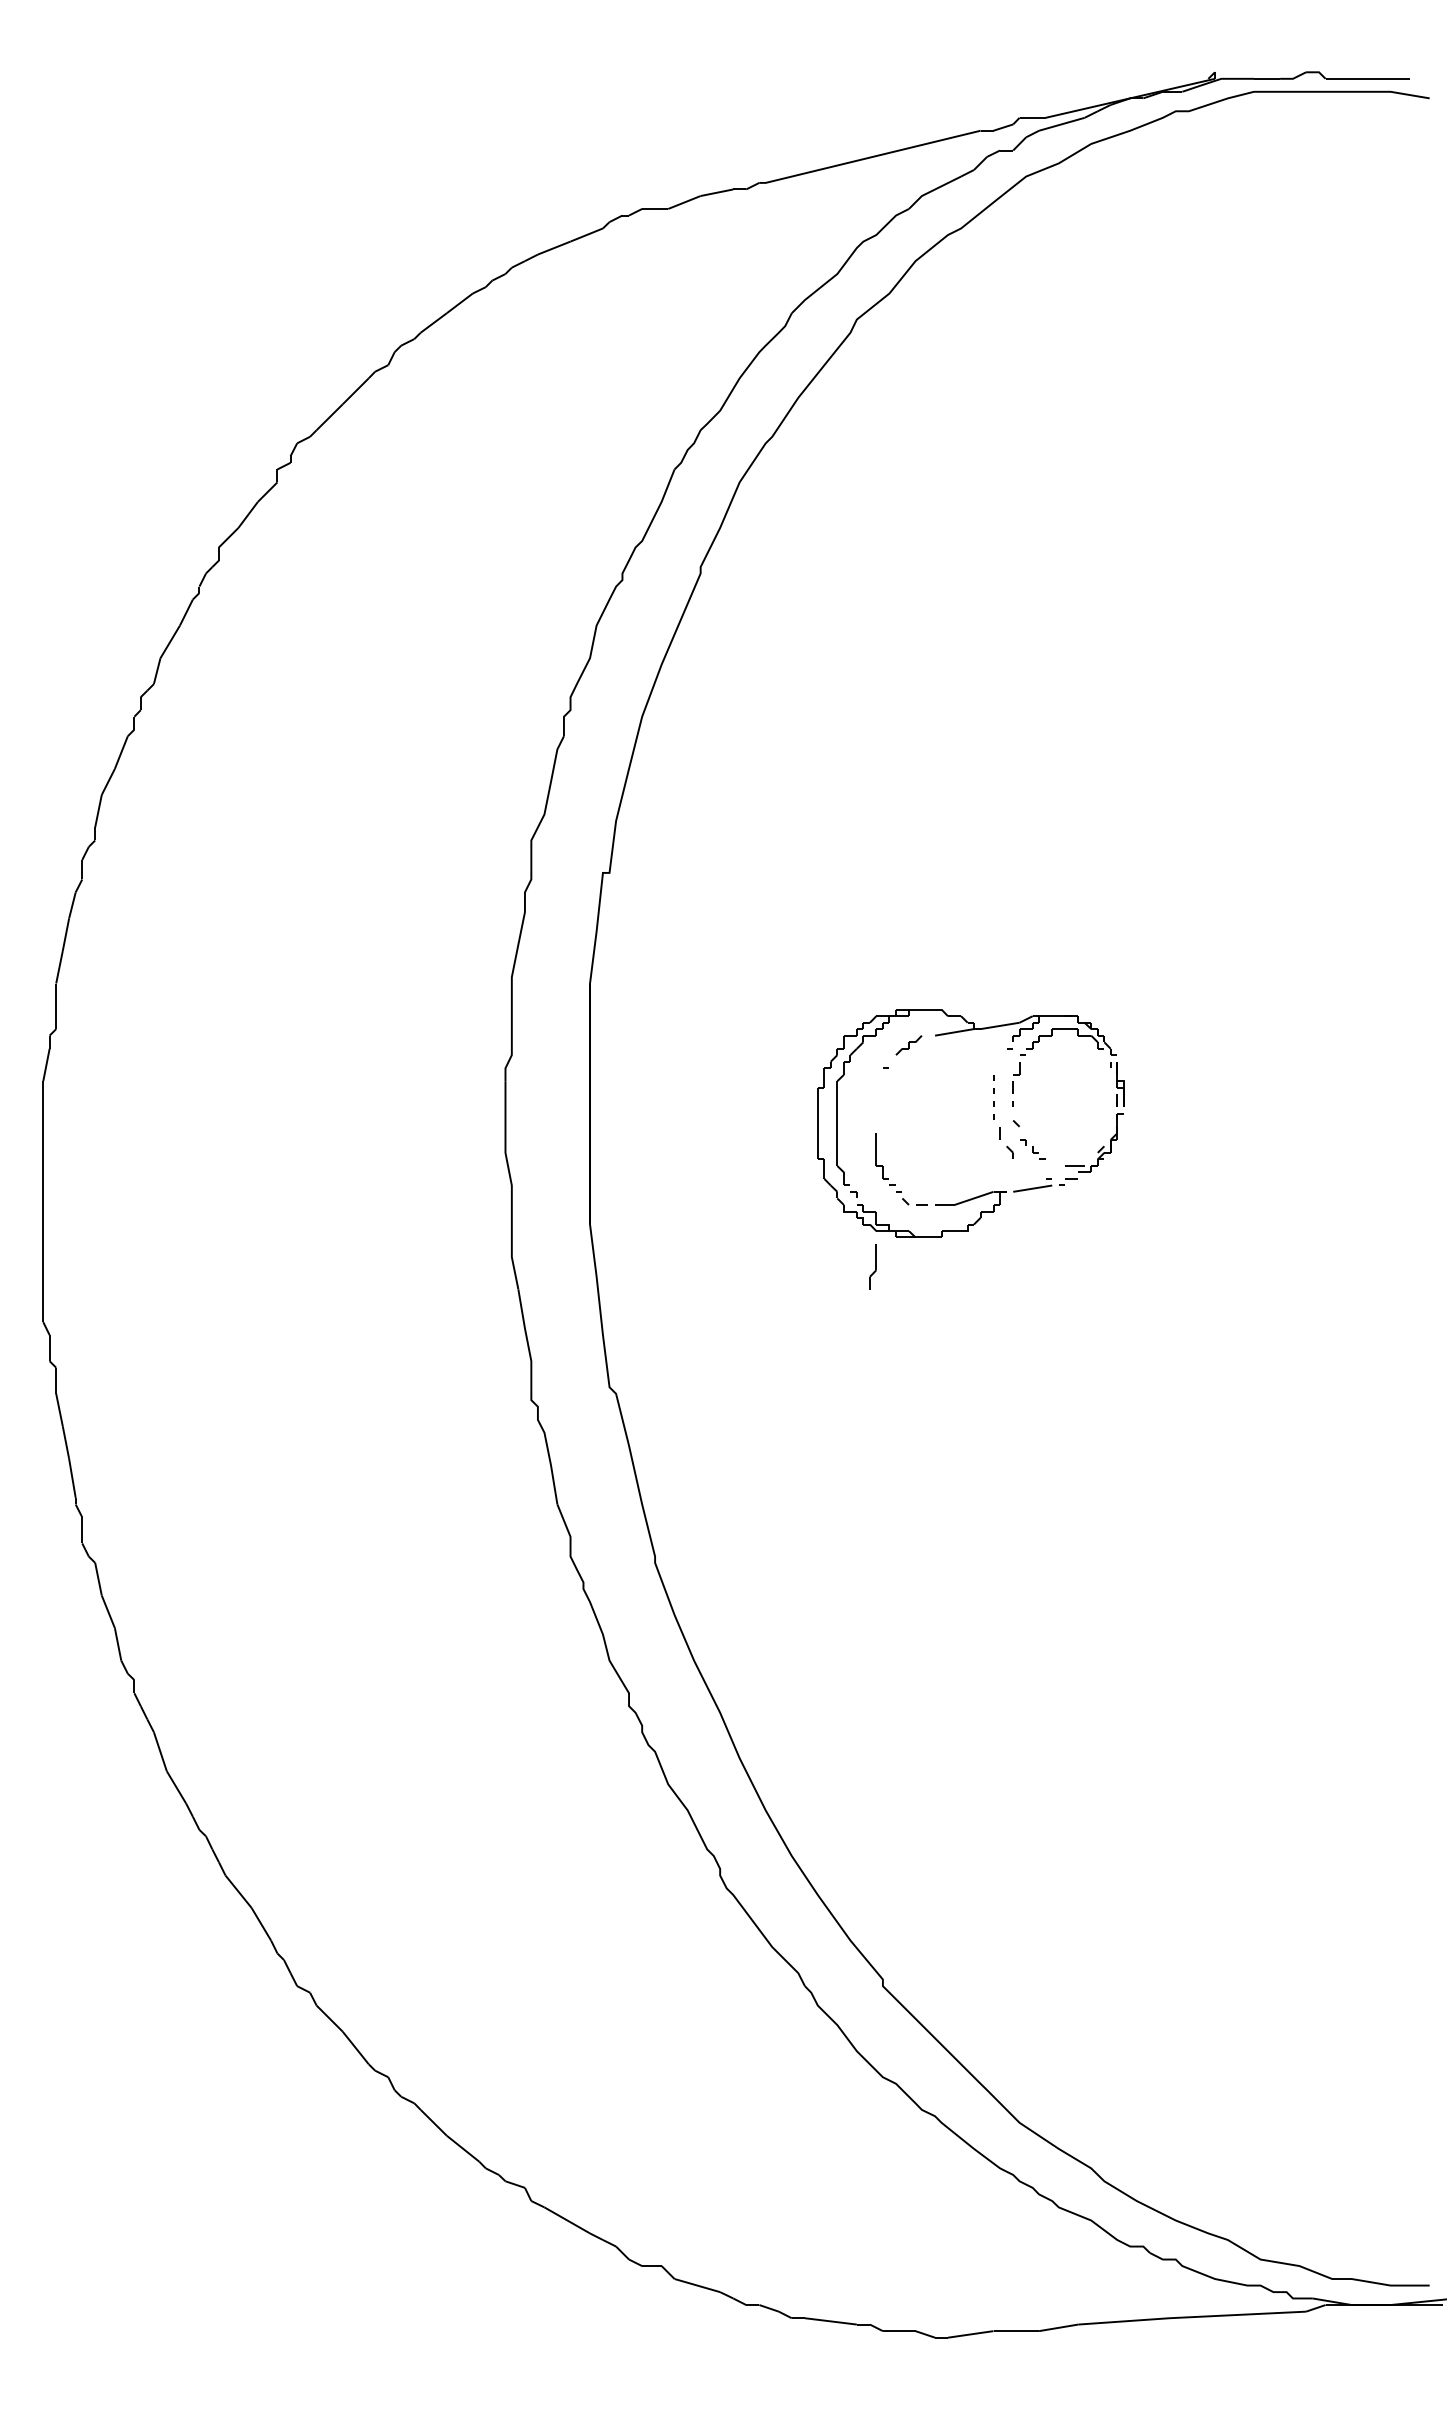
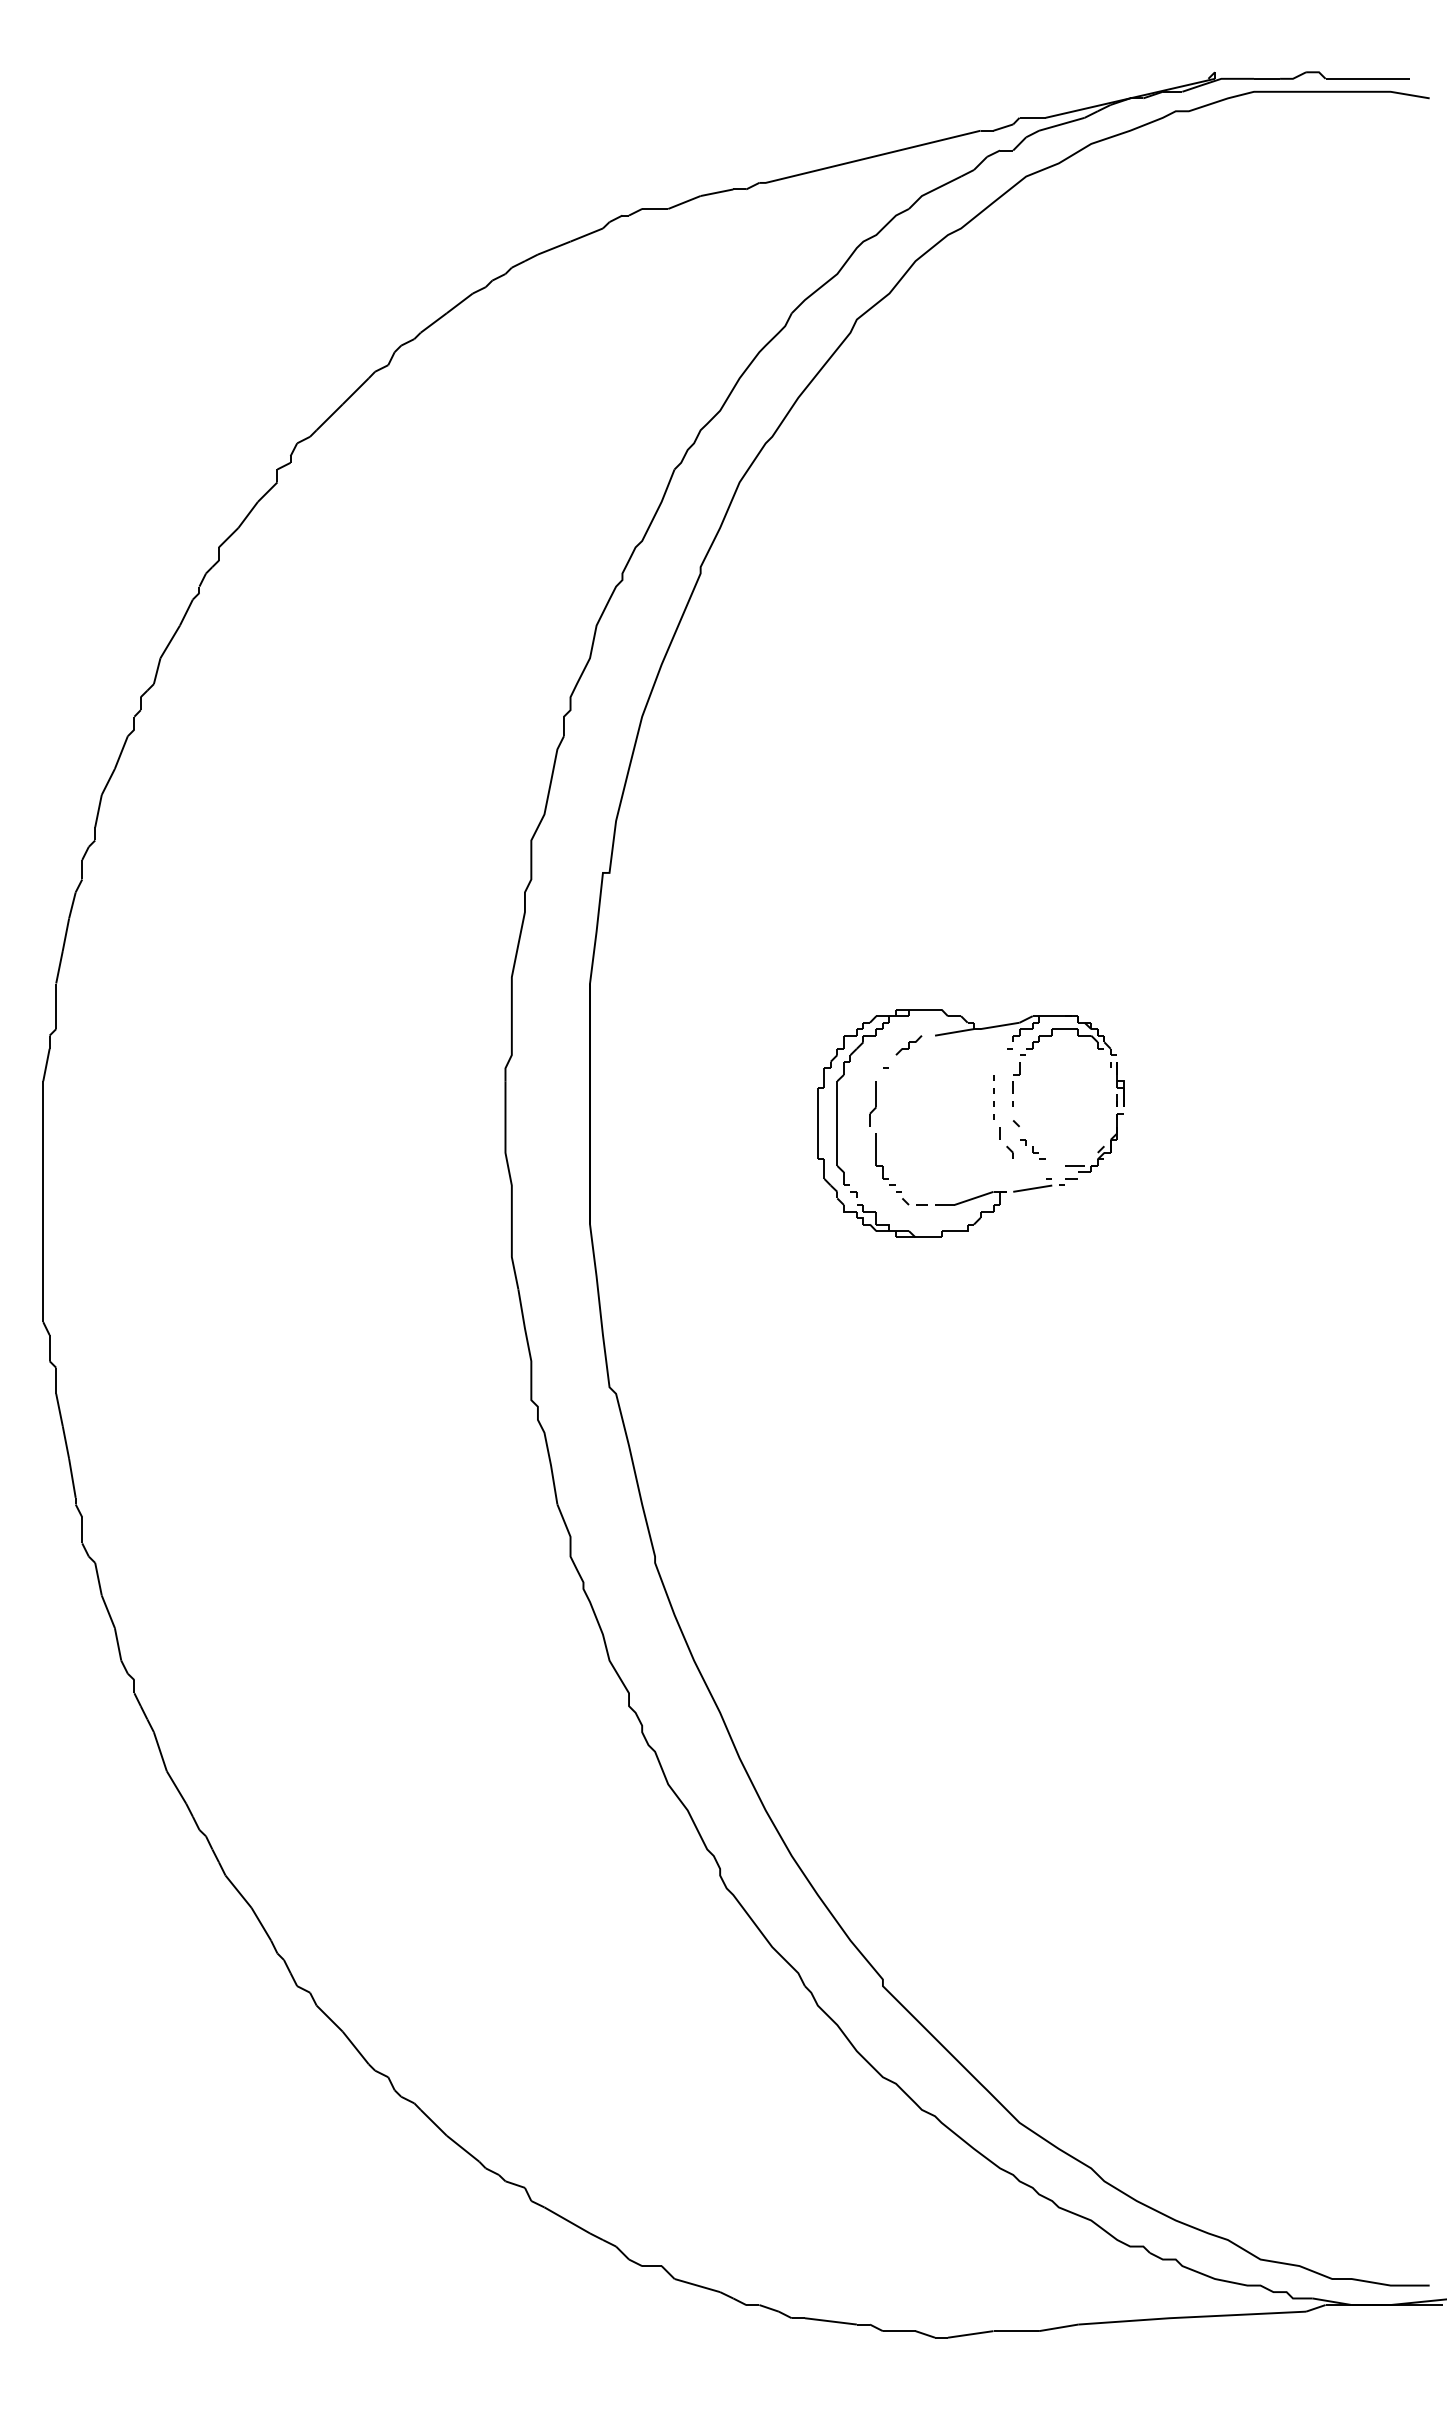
part at (872, 1266) position: (872, 1266) -> (872, 1103)
